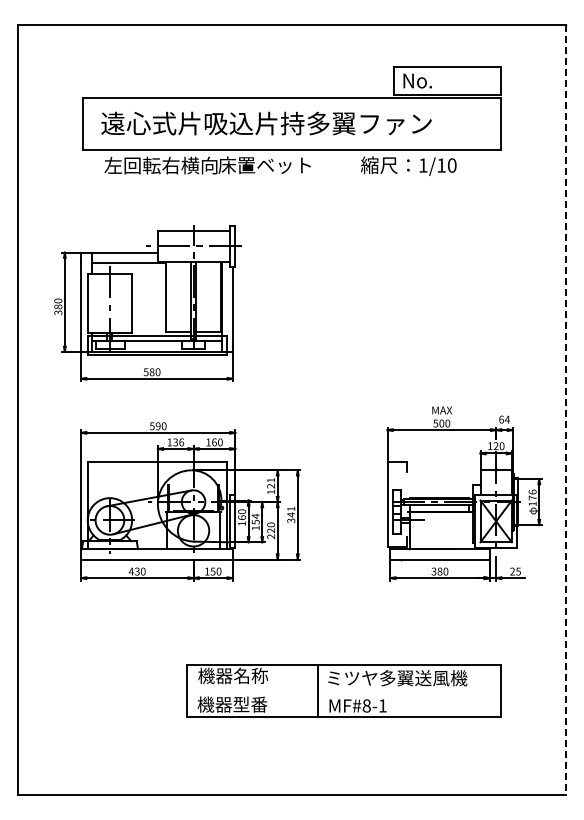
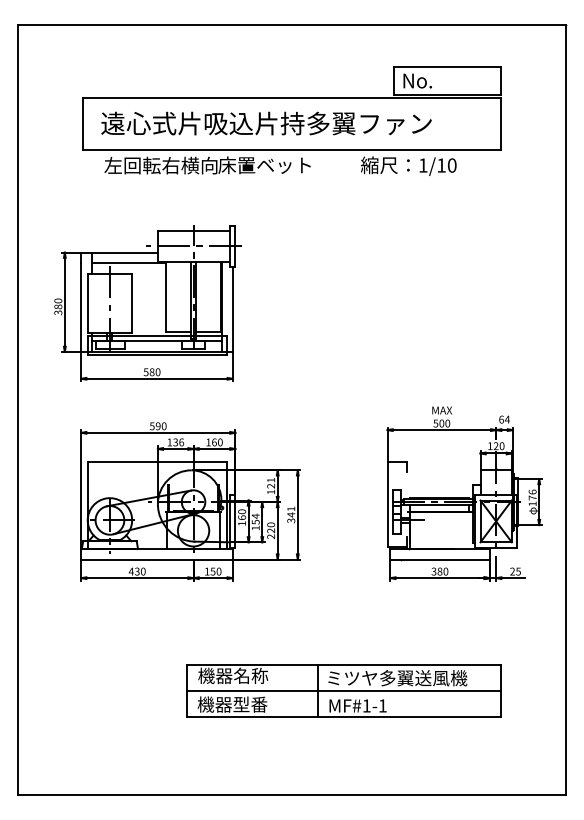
line at (566, 410): dashed -> solid
line at (344, 690): none -> present
text at (366, 705): MF#8-1 -> MF#1-1
